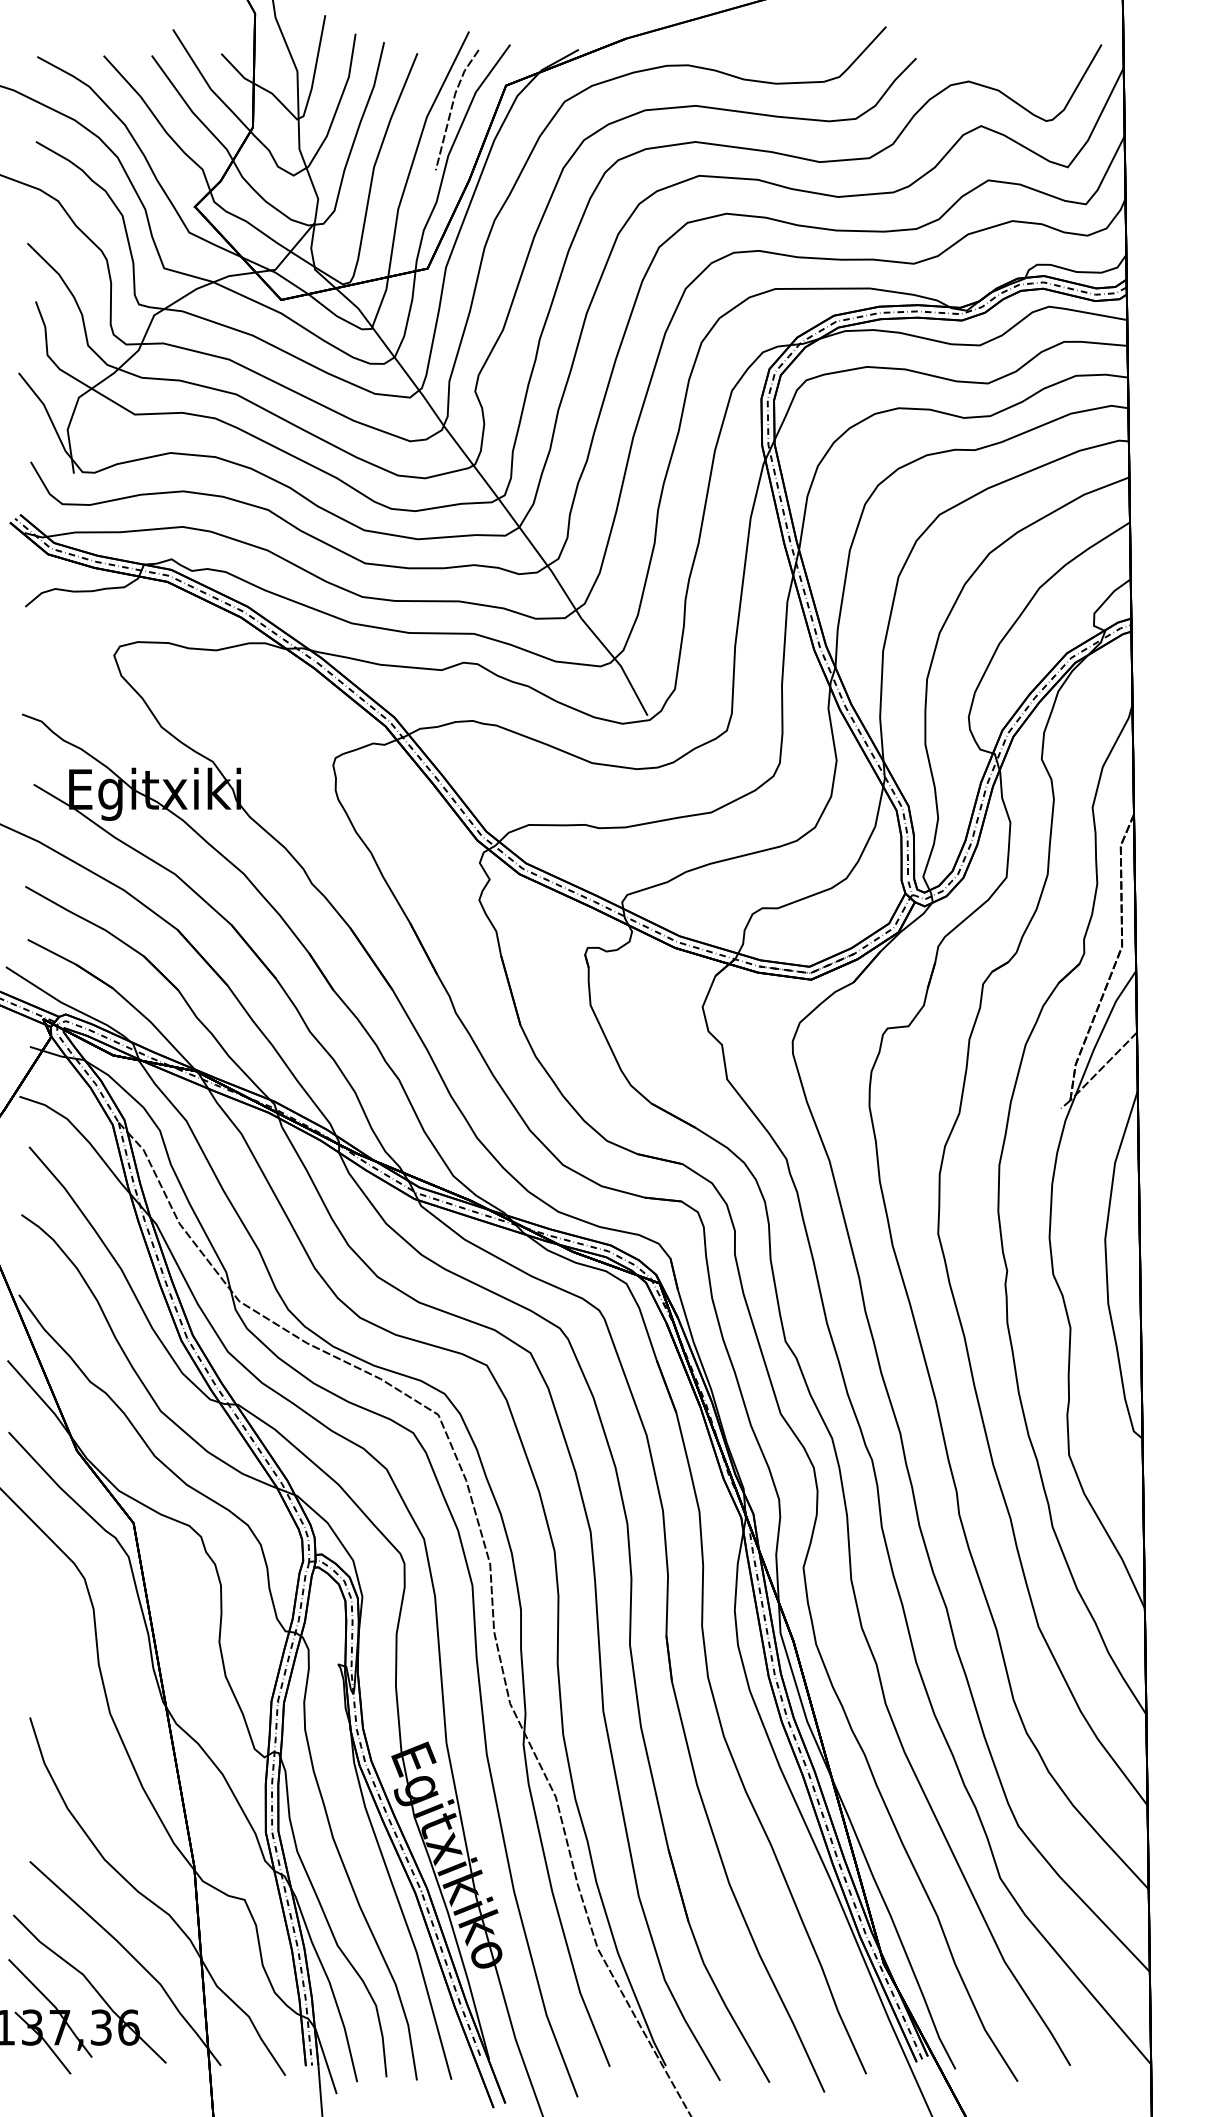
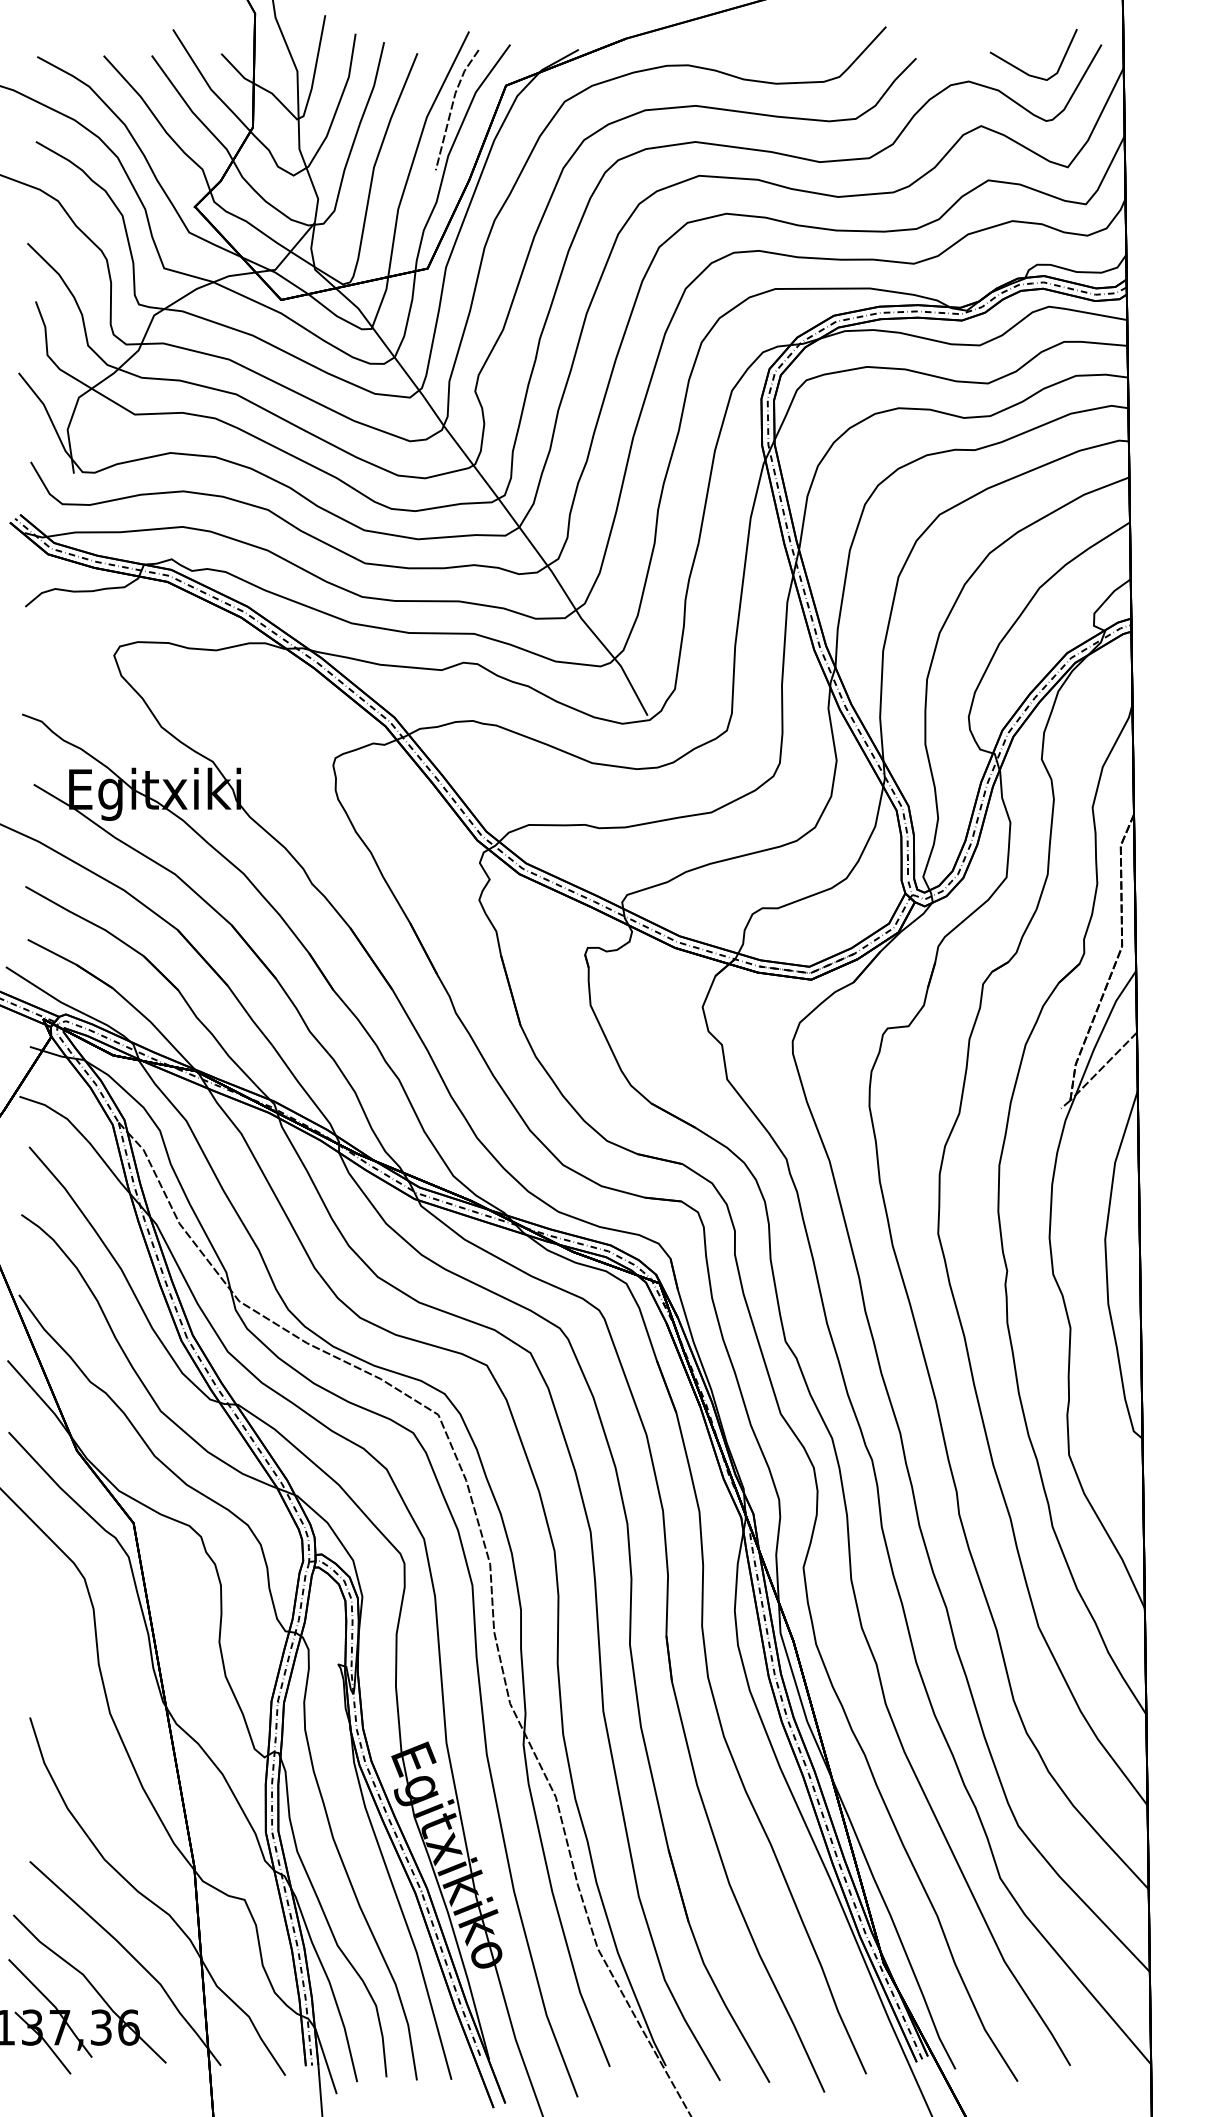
line at (1023, 70): none -> present
